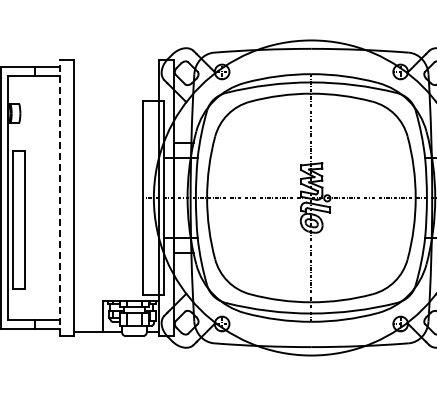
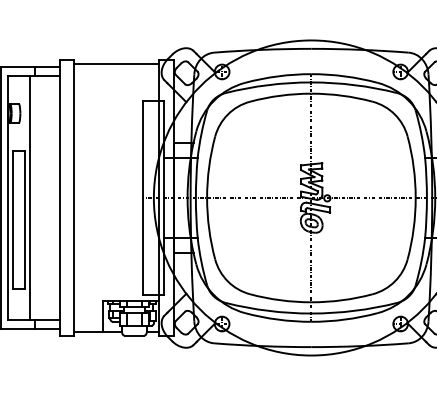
line at (116, 64): none -> present
line at (30, 197): none -> present
line at (59, 198): dashed -> solid
